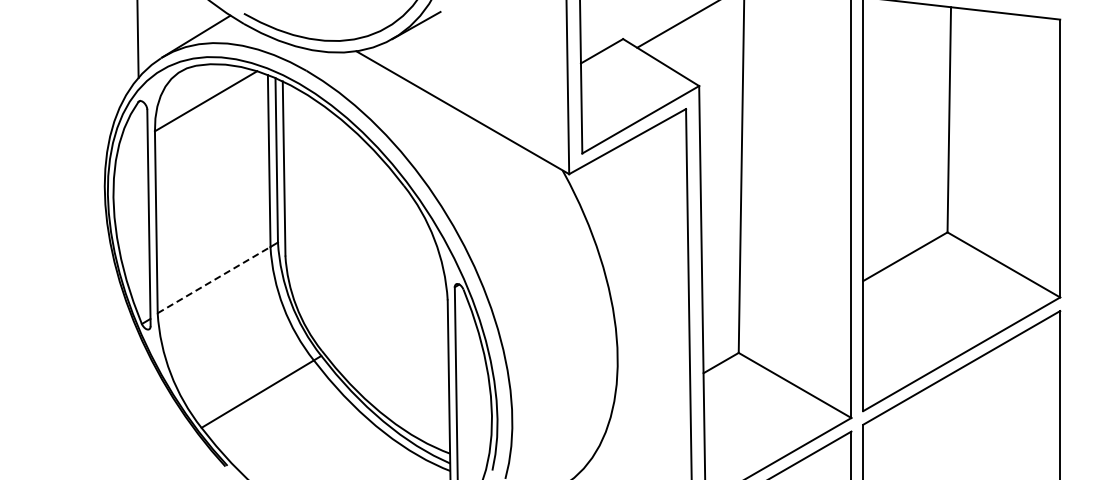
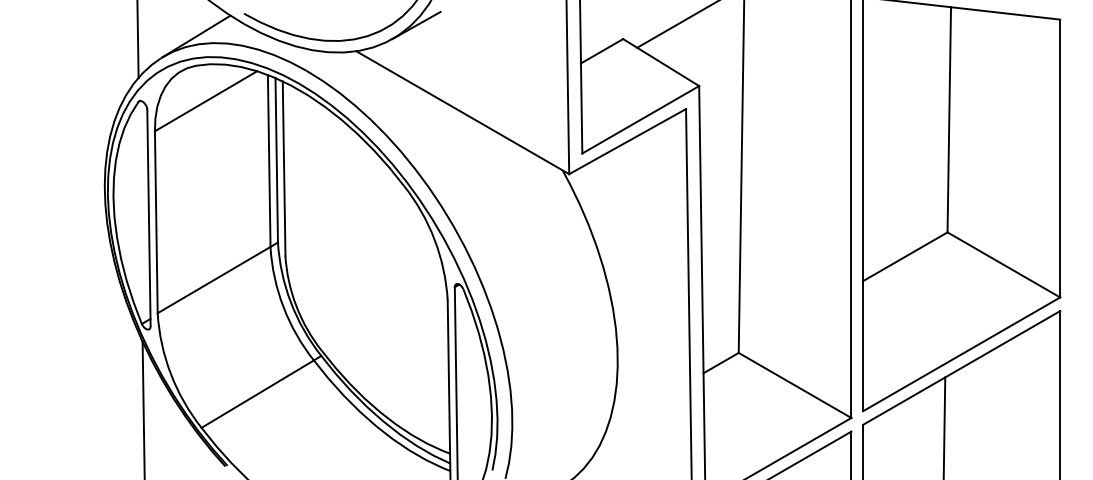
line at (214, 279): dashed -> solid
line at (143, 408): none -> present
line at (944, 426): none -> present
